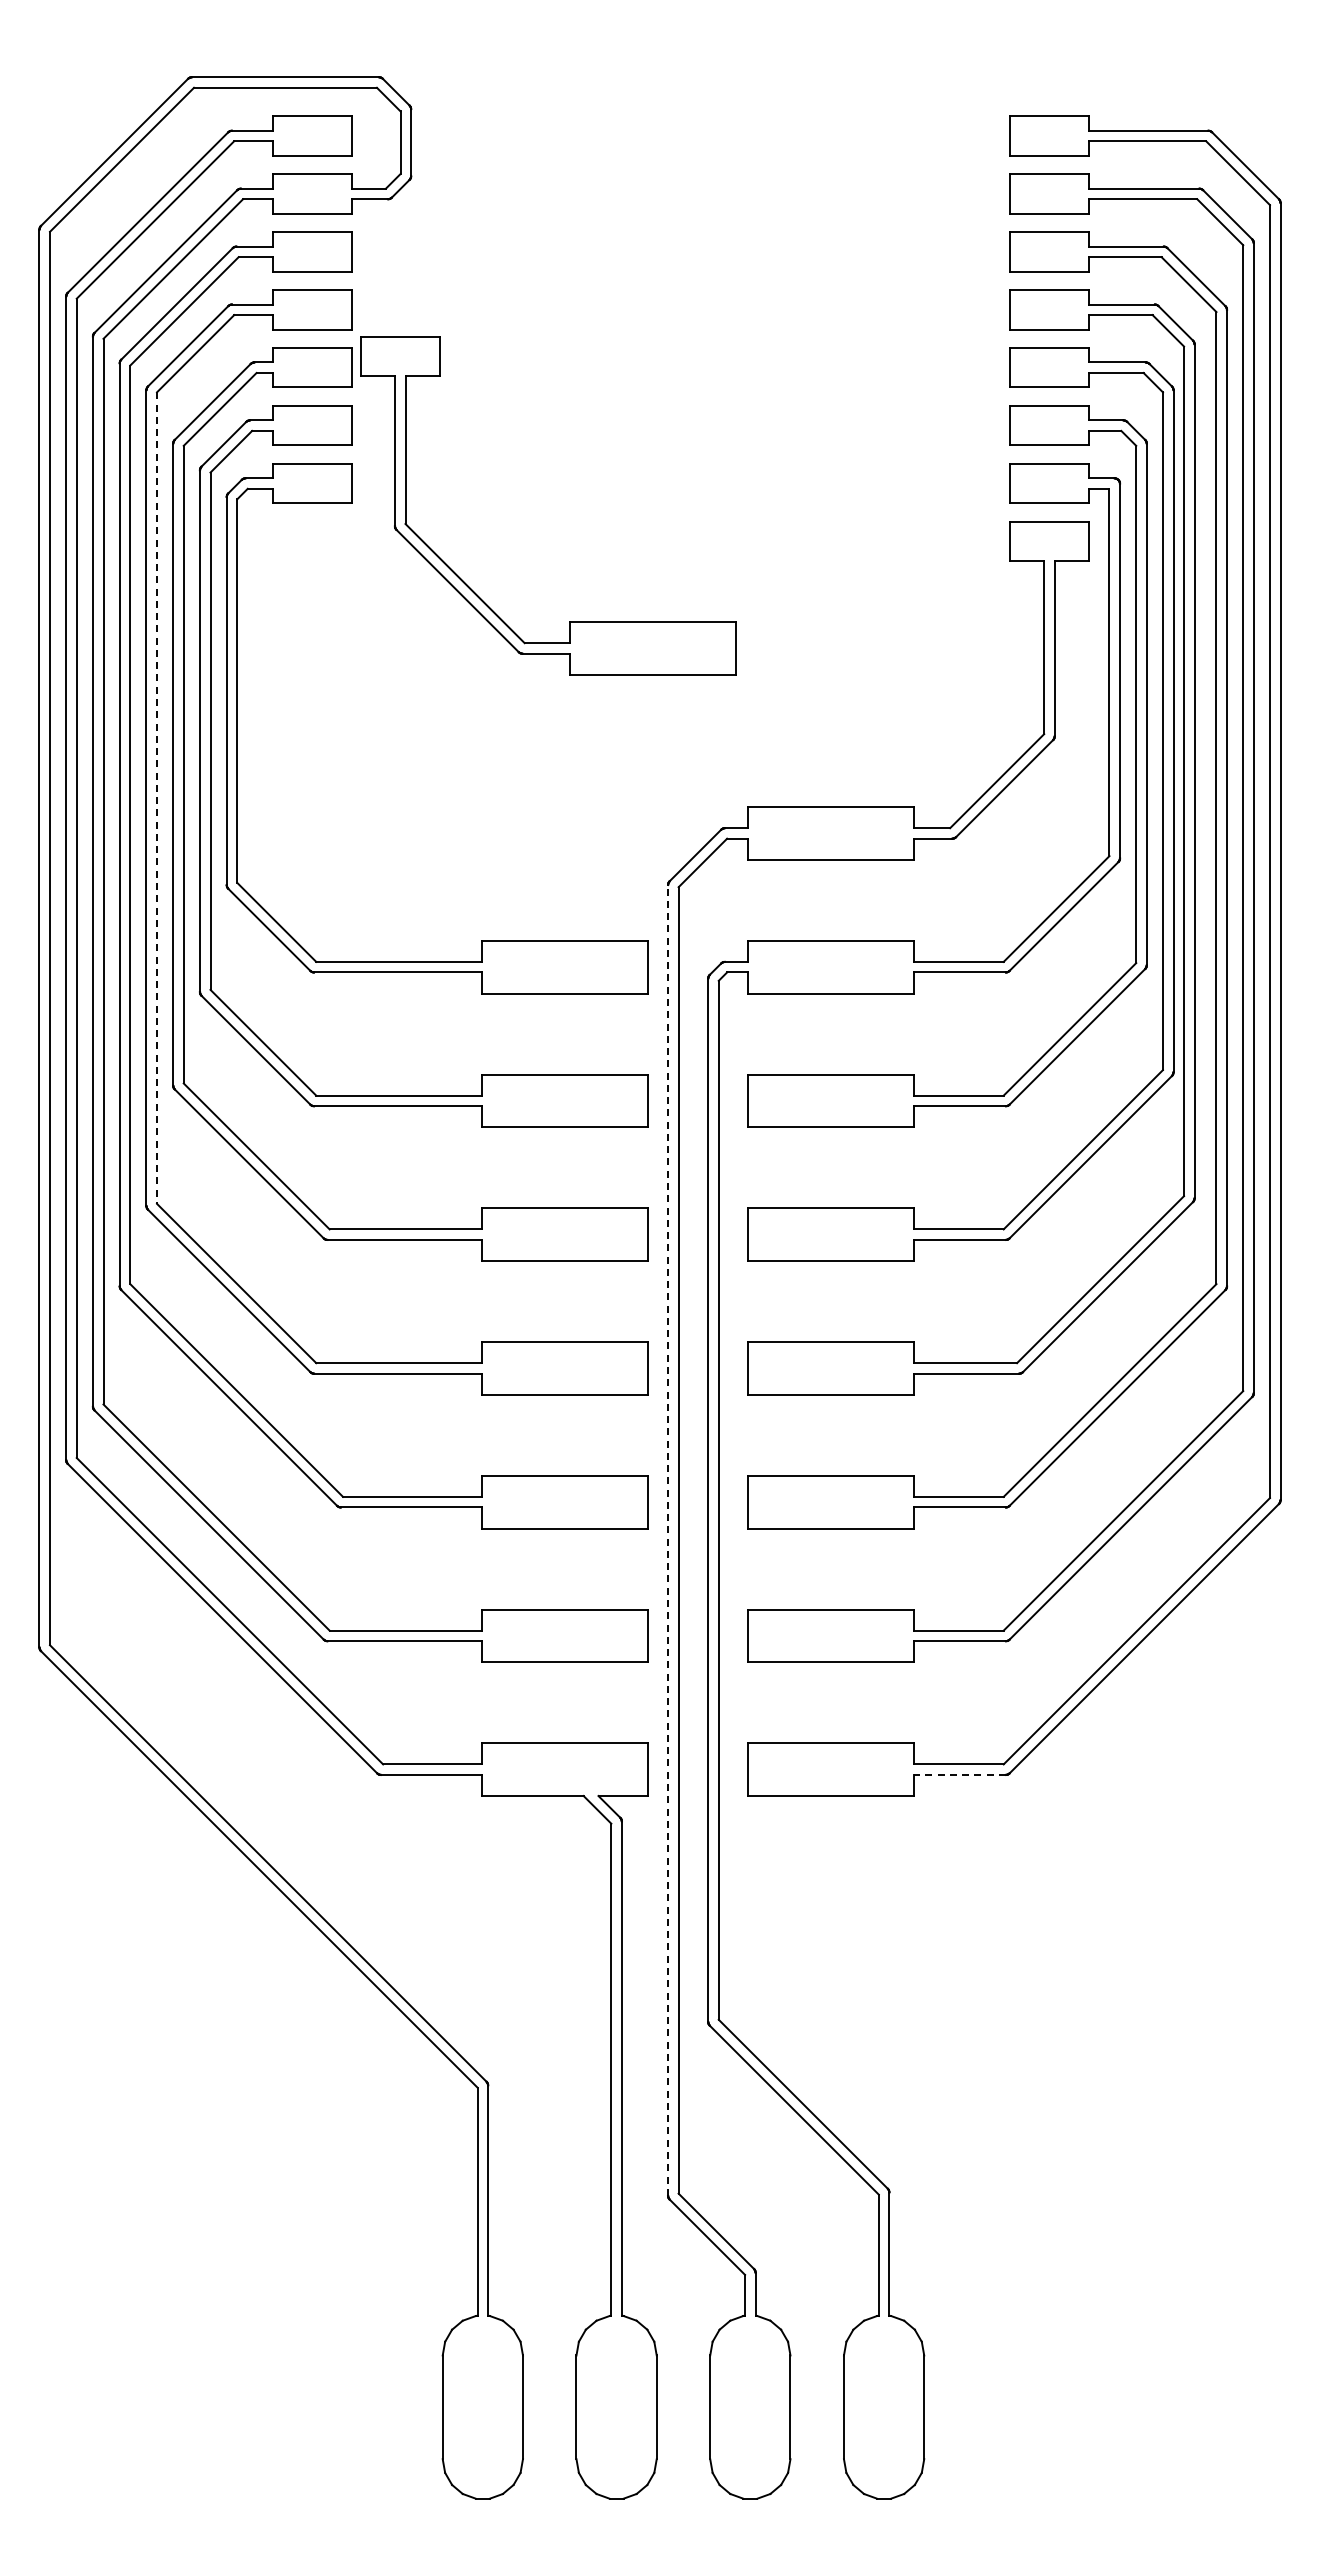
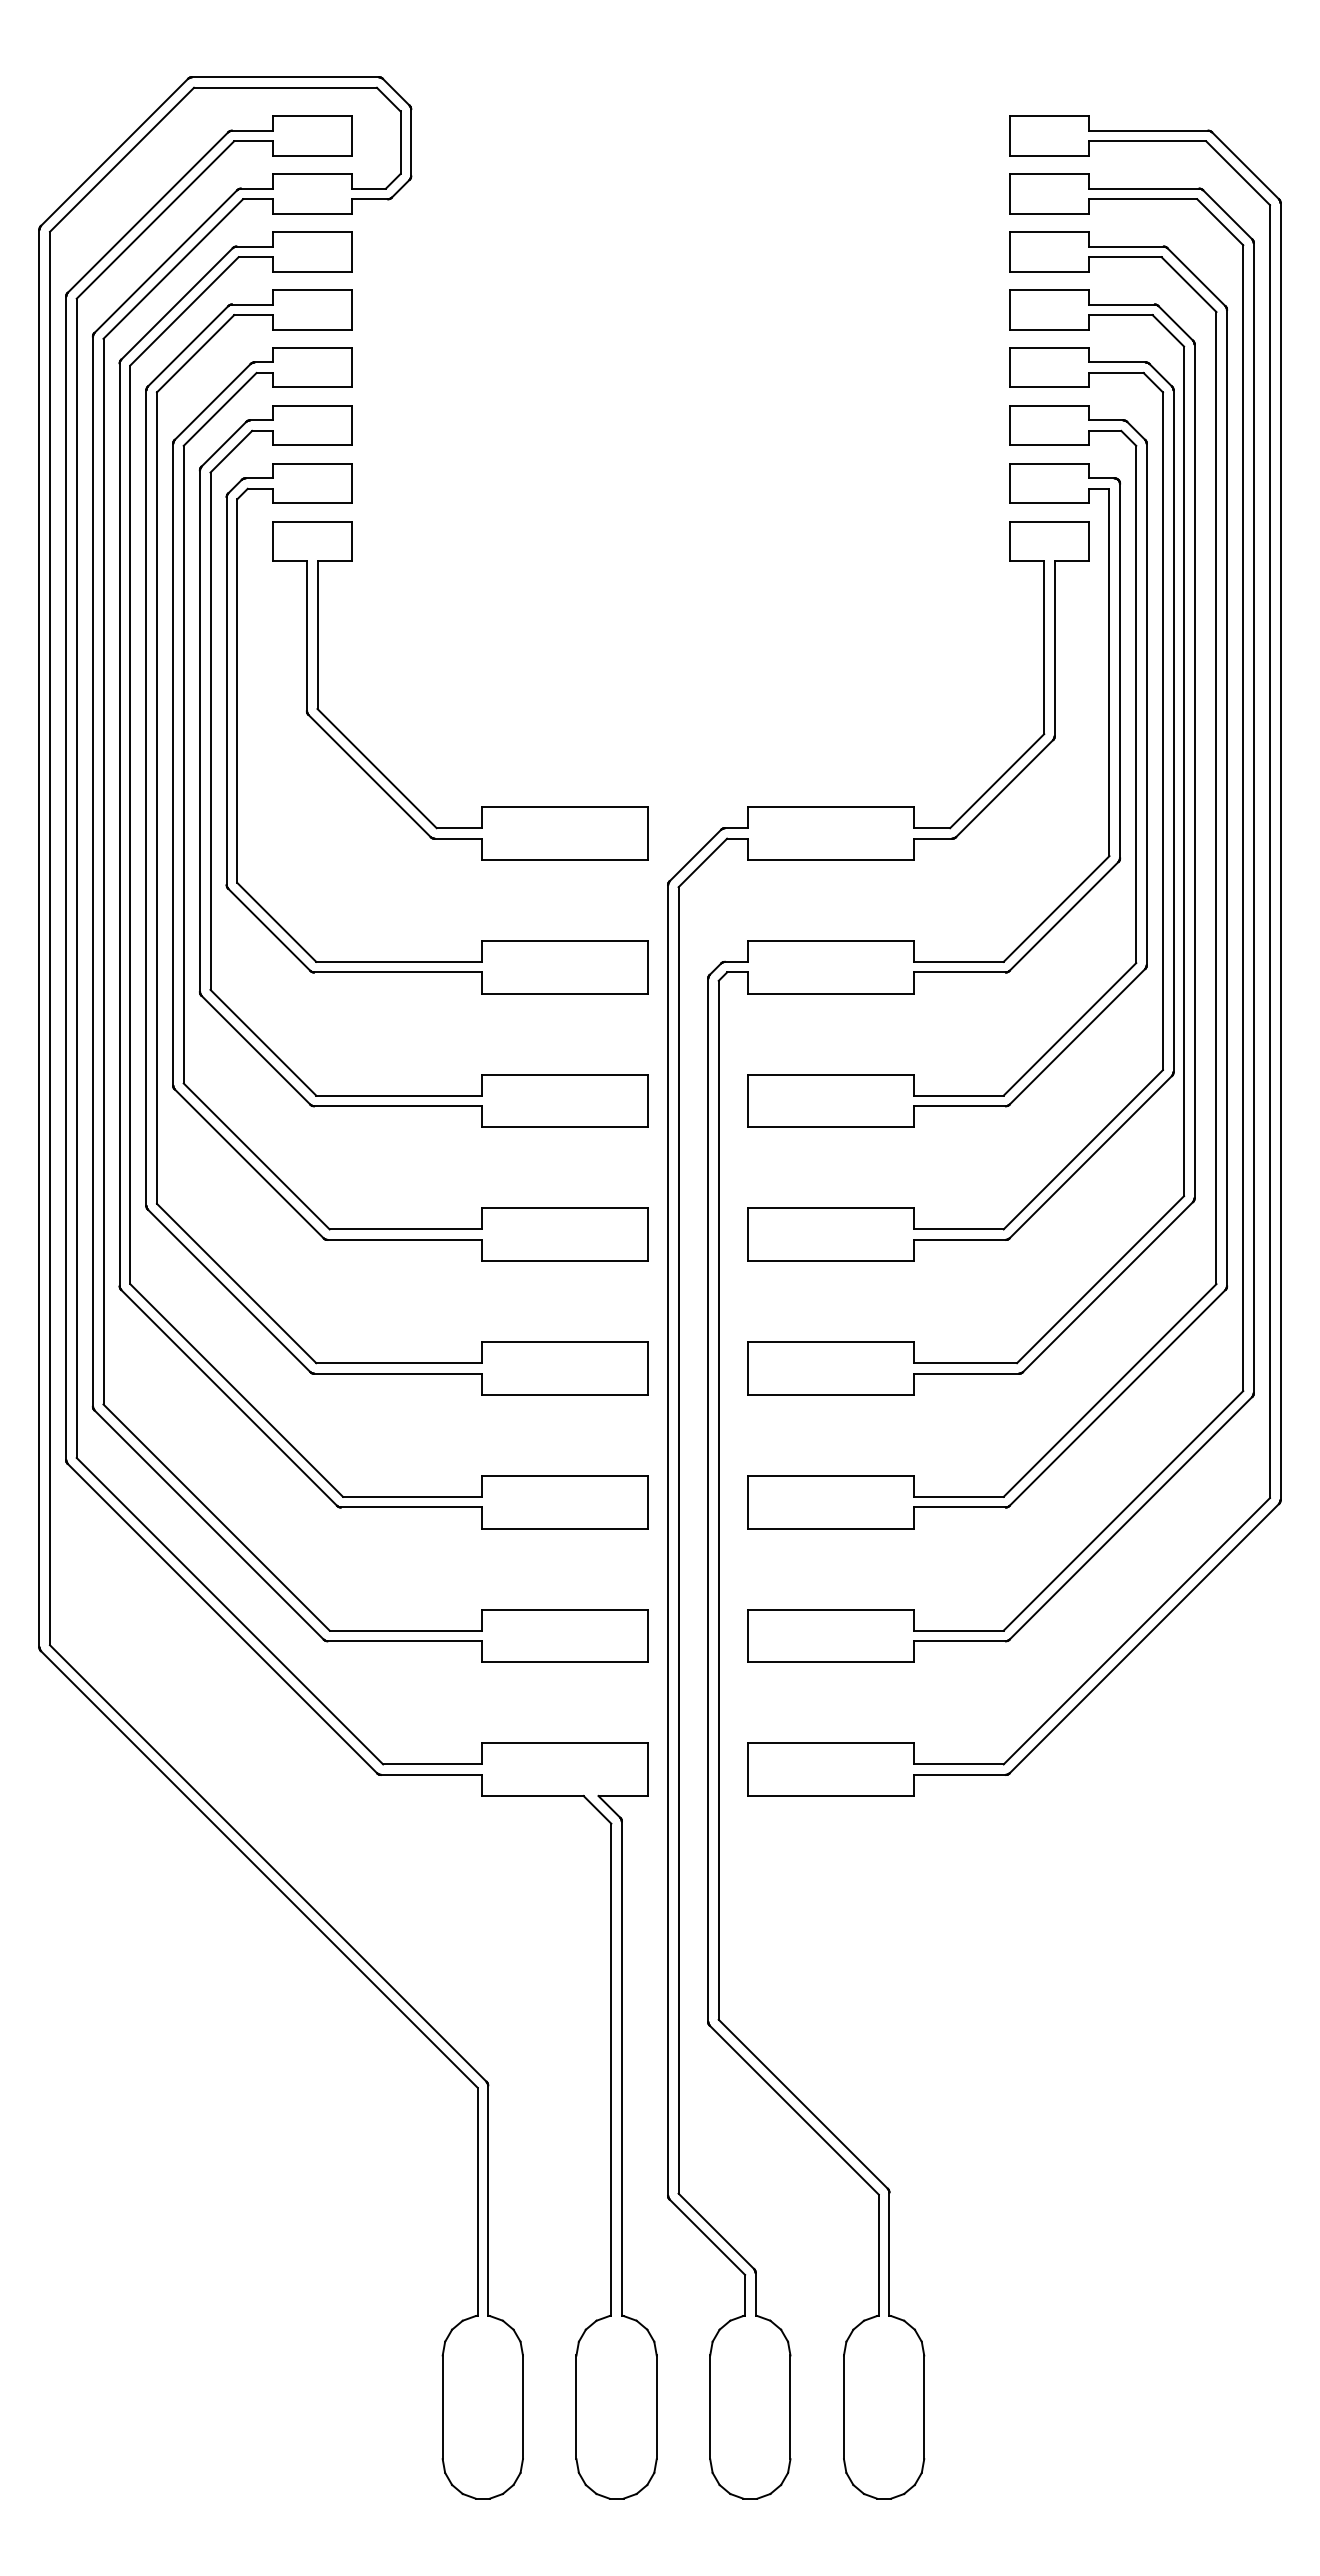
part at (468, 585) position: (468, 585) -> (380, 770)
line at (157, 798): dashed -> solid
line at (668, 1539): dashed -> solid
line at (959, 1774): dashed -> solid
